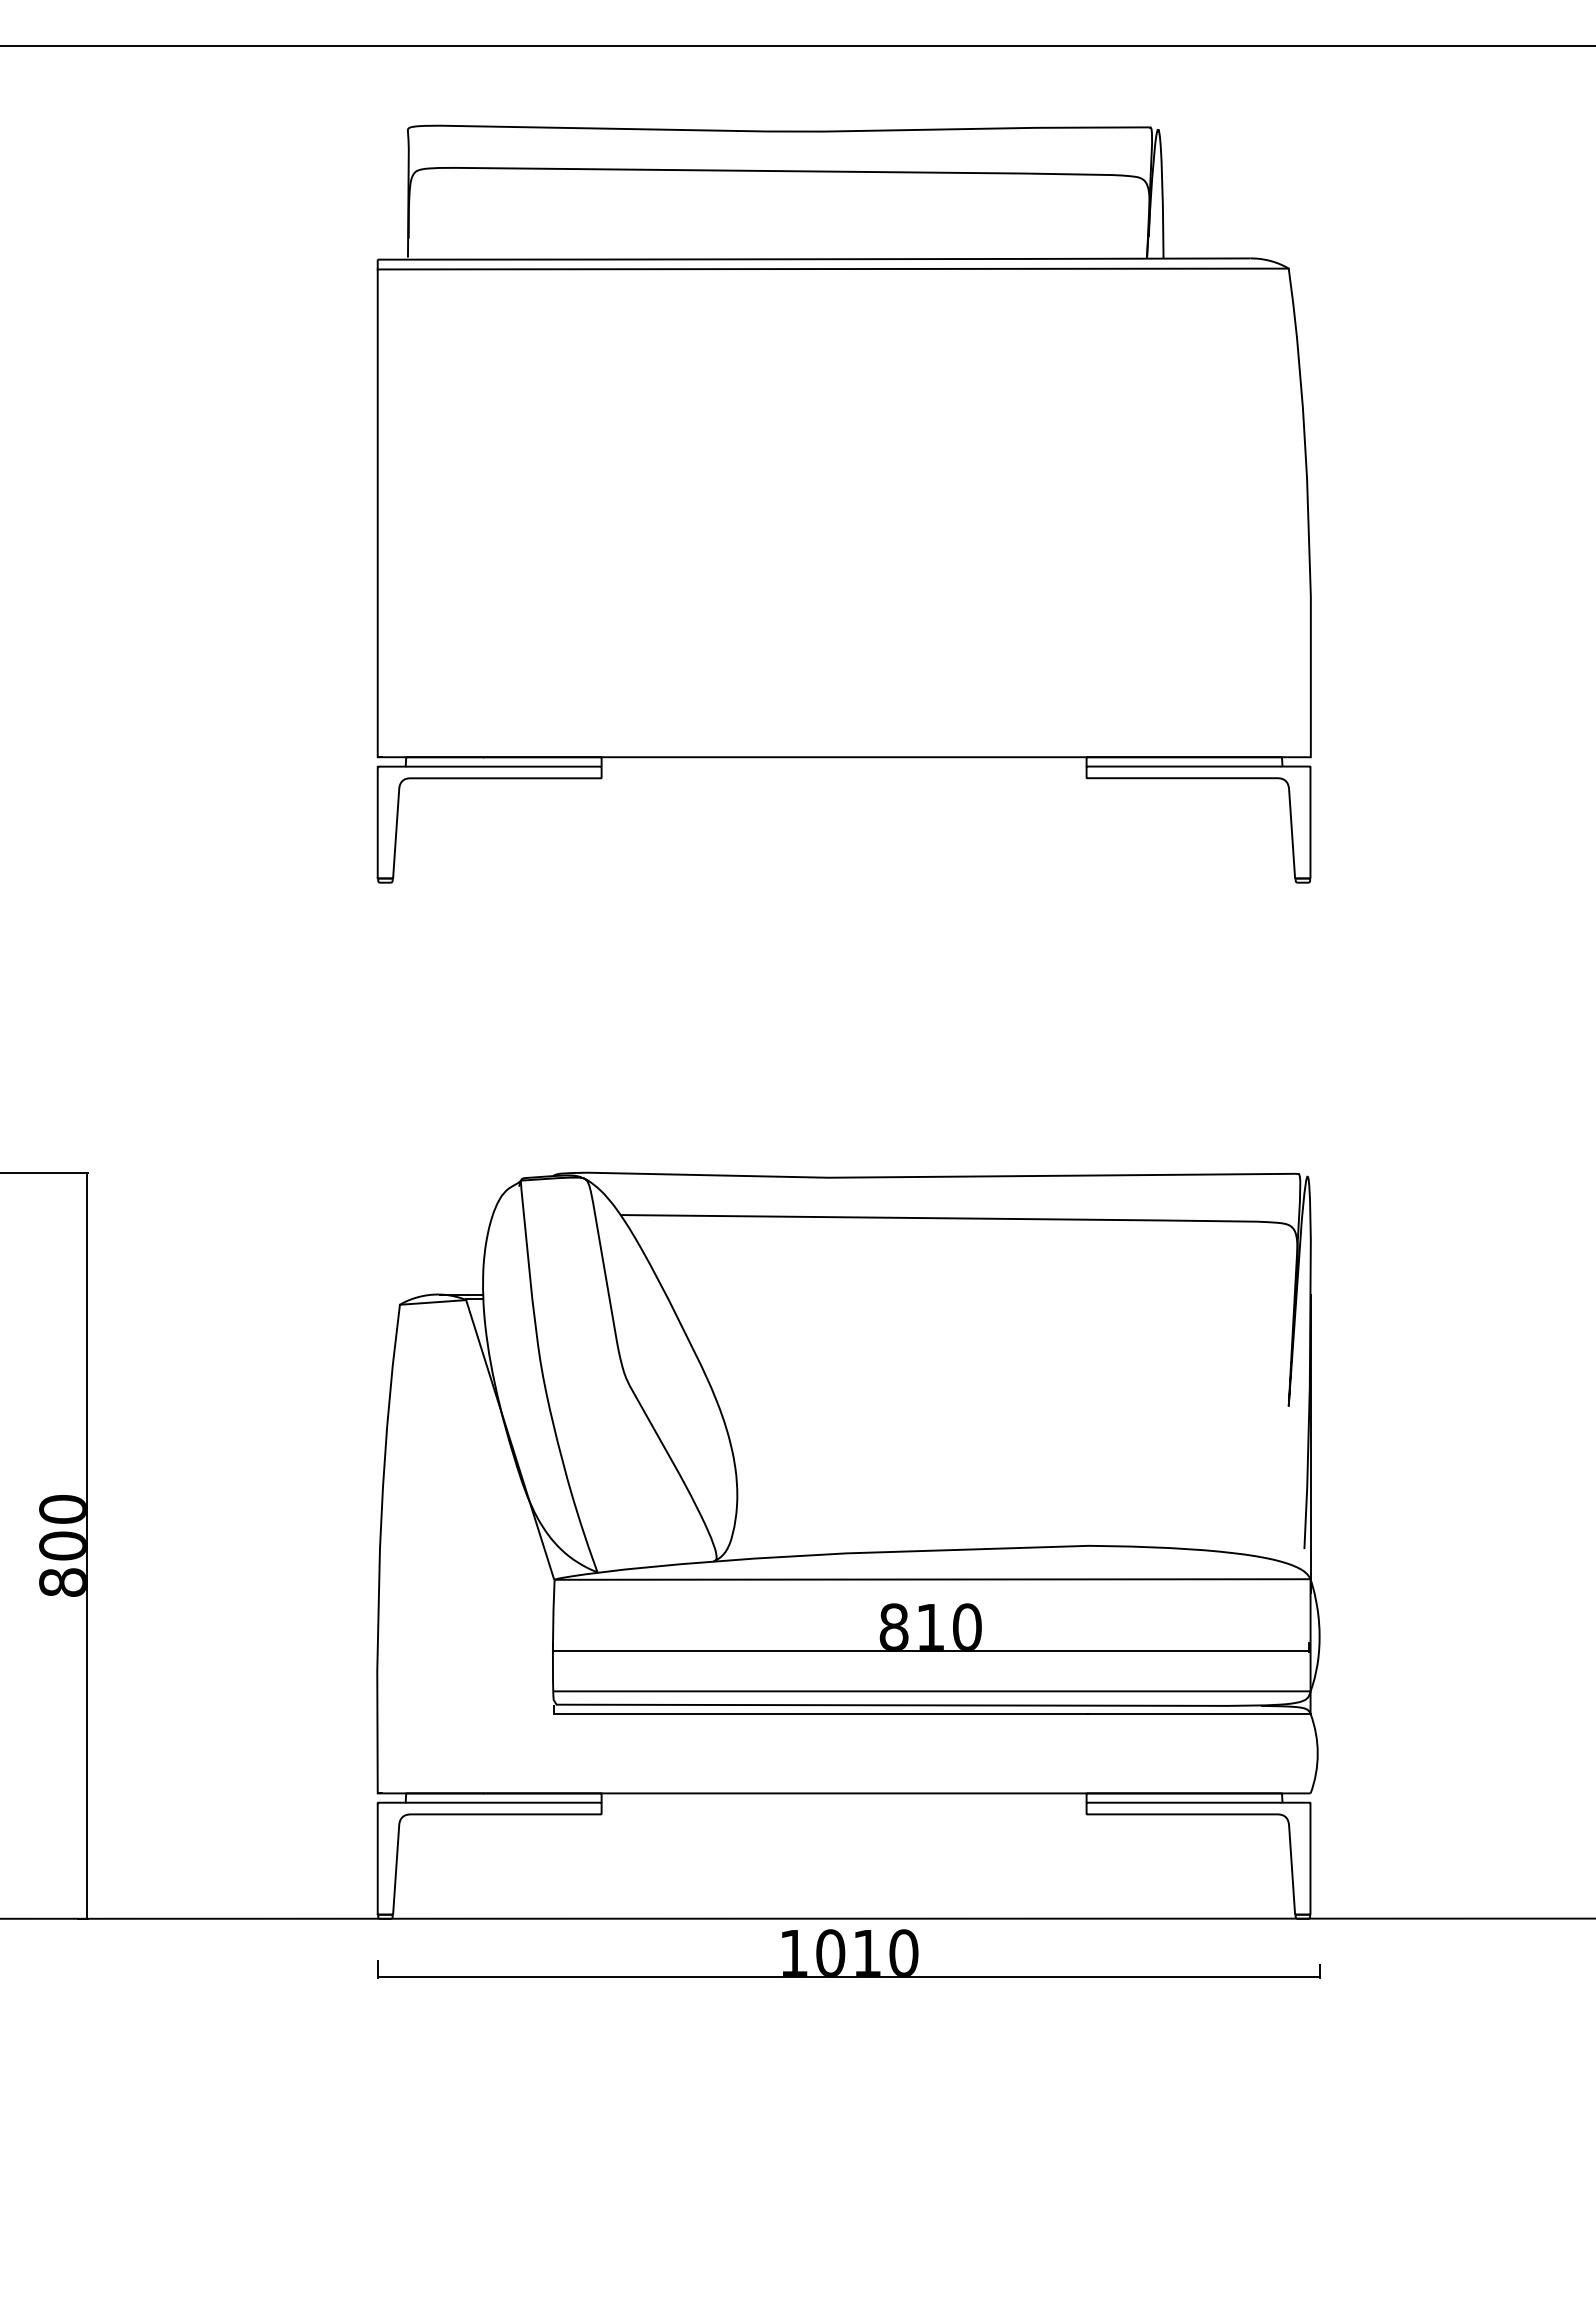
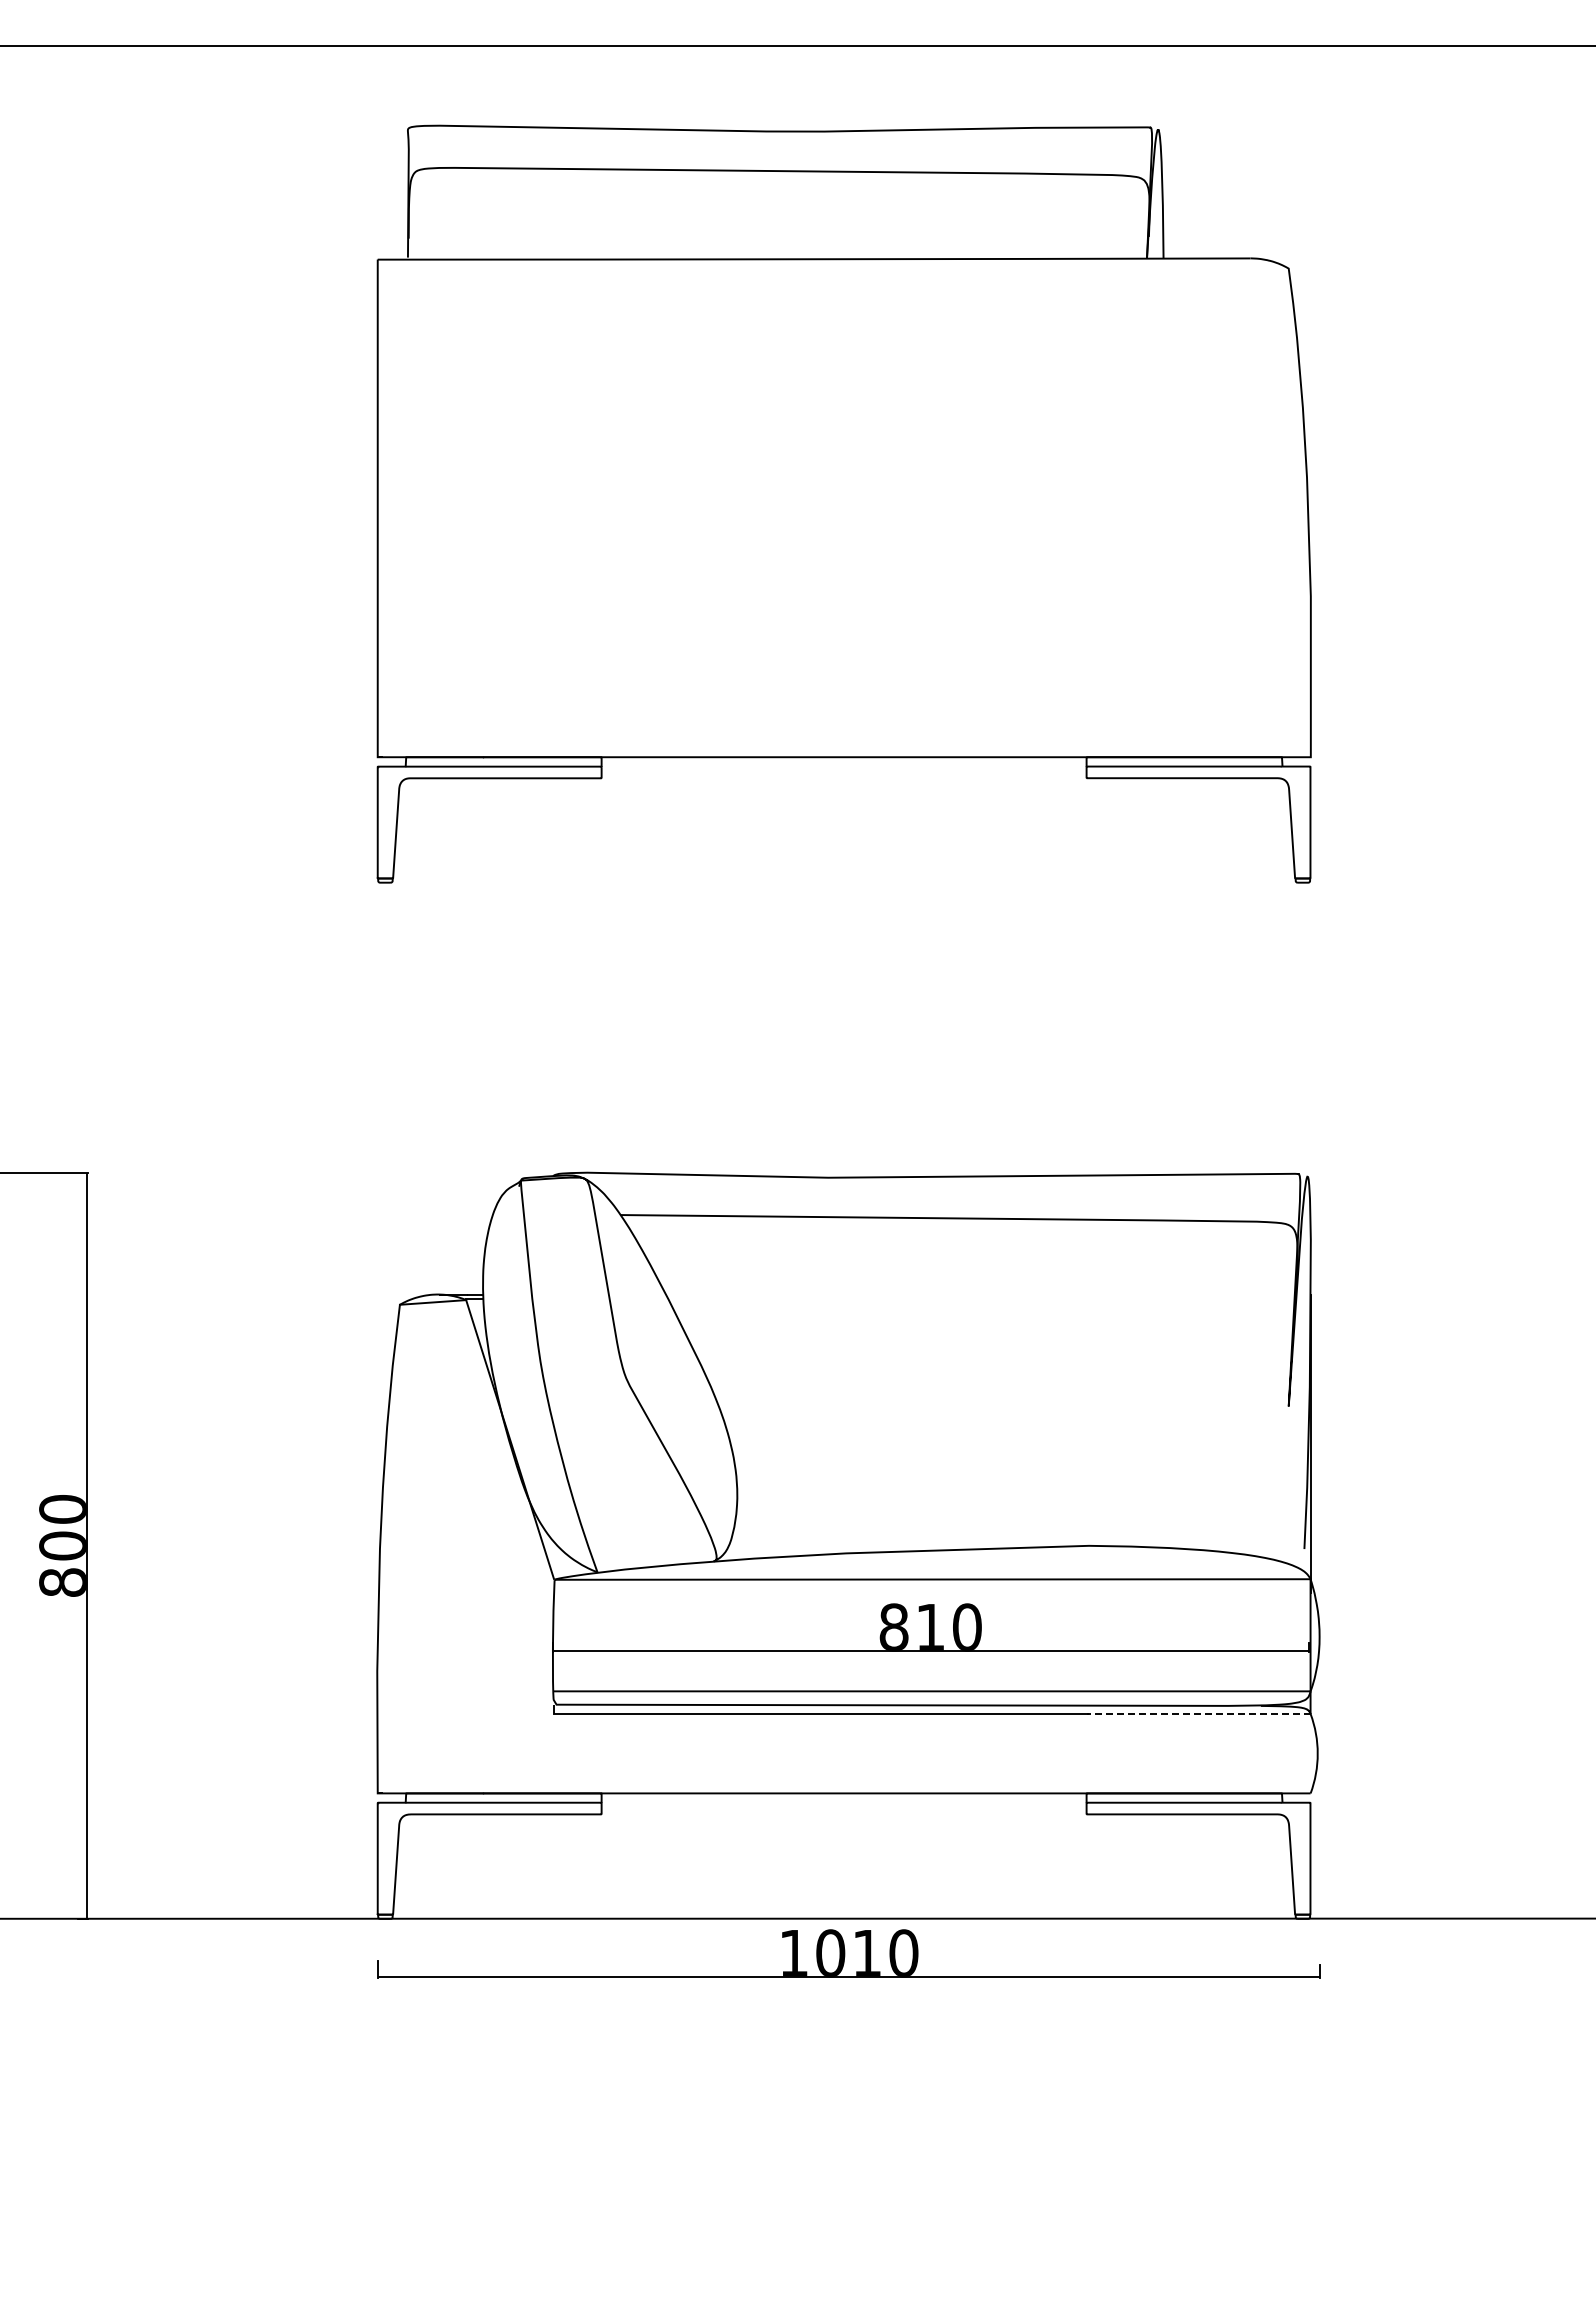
line at (832, 268): present -> none
line at (1198, 1714): solid -> dashed
